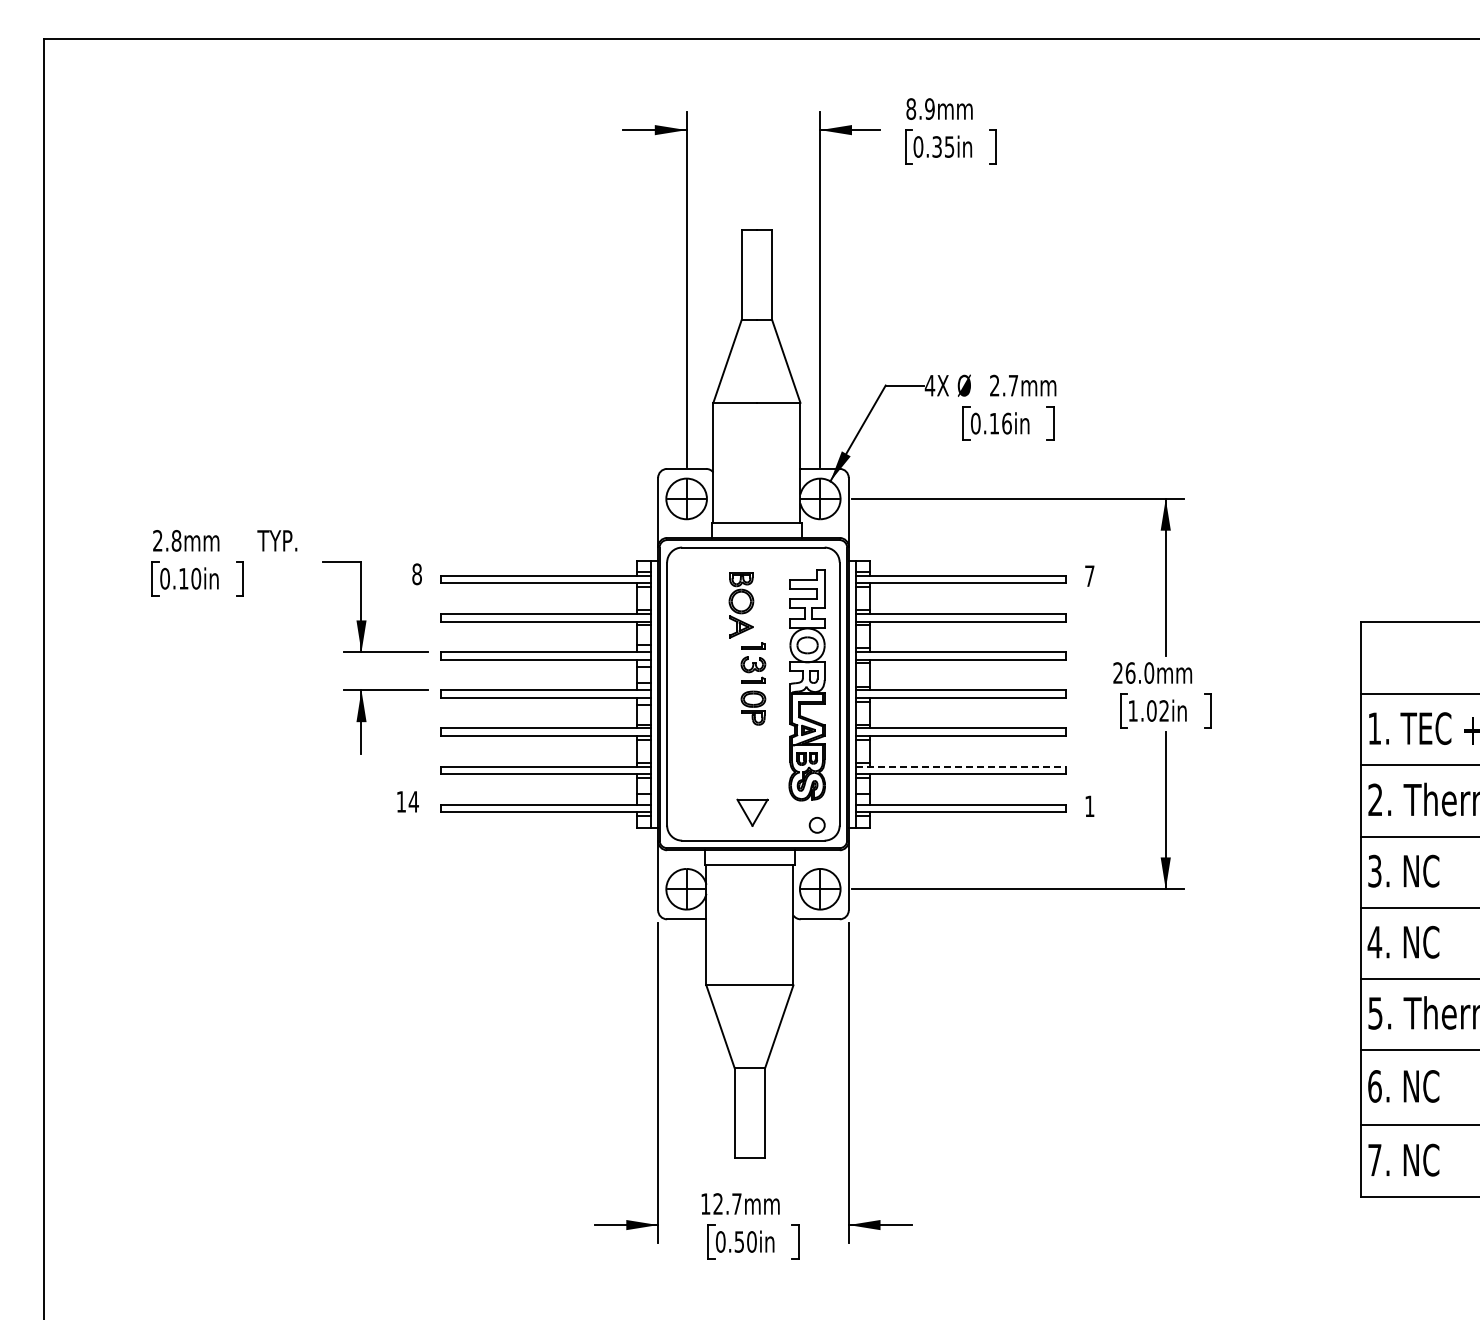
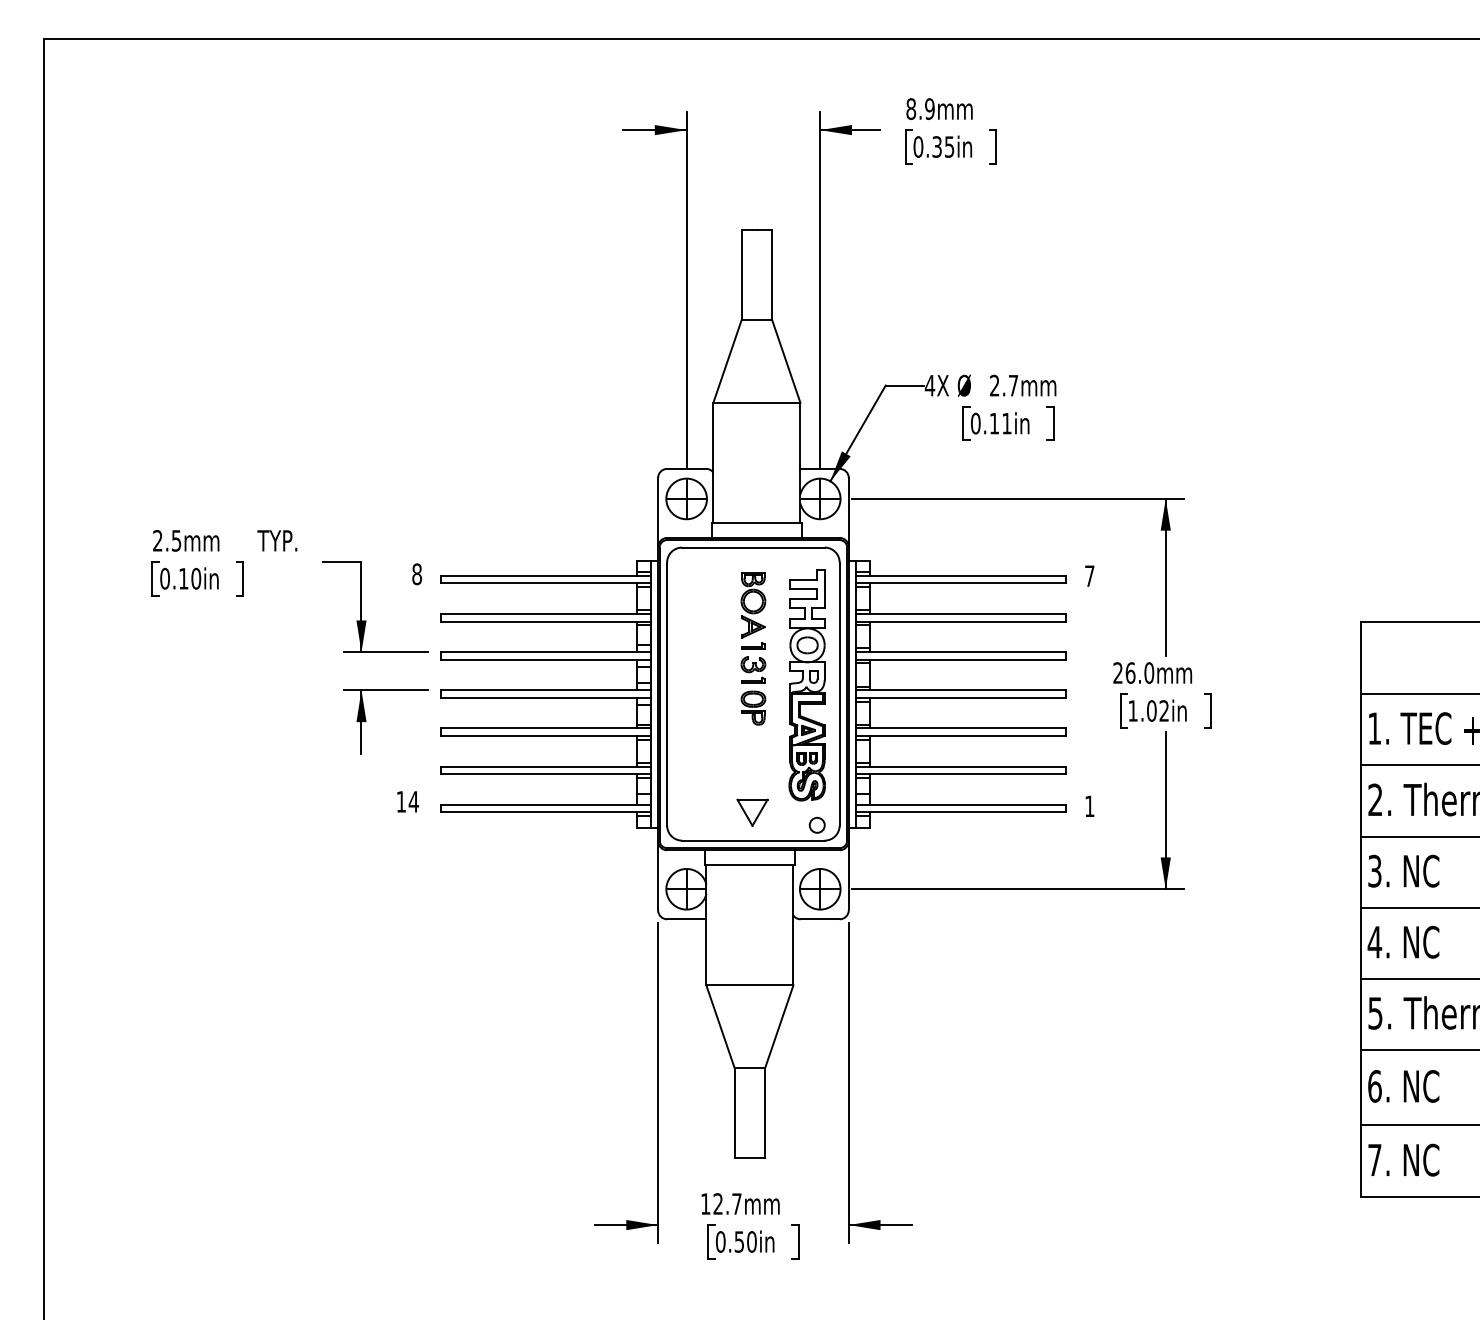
text at (1006, 423): 0.16in -> 0.11in
text at (176, 540): 2.8mm -> 2.5mm
part at (741, 605) position: (741, 605) -> (753, 605)
line at (961, 766): dashed -> solid
